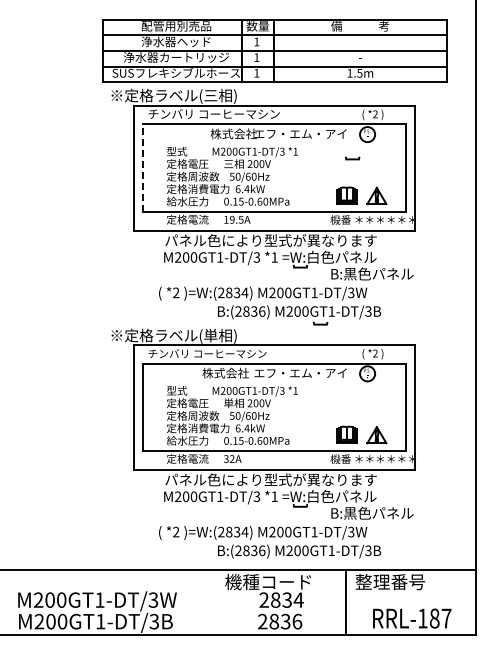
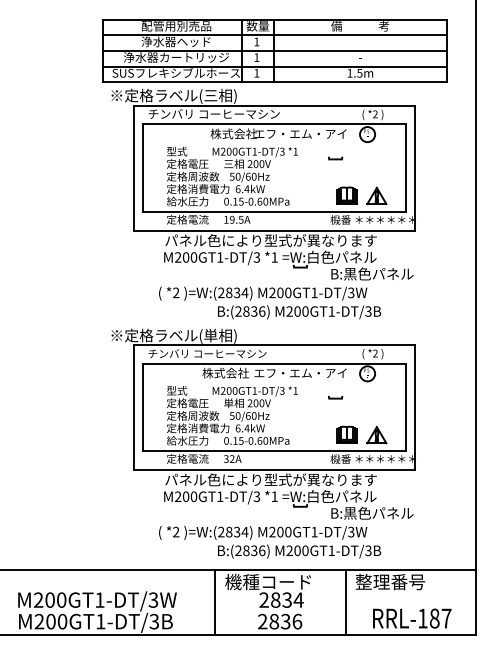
line at (352, 158) position: (352, 158) -> (335, 158)
line at (142, 168): dashed -> solid
line at (320, 323) position: (320, 323) -> (335, 397)
line at (215, 602): none -> present
